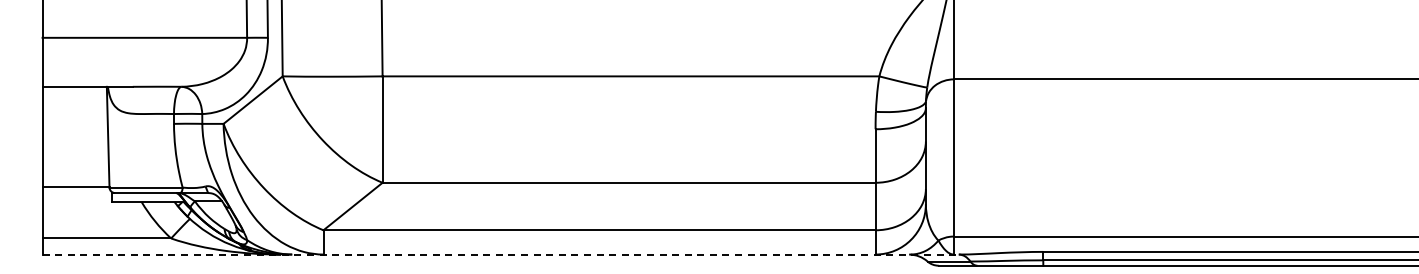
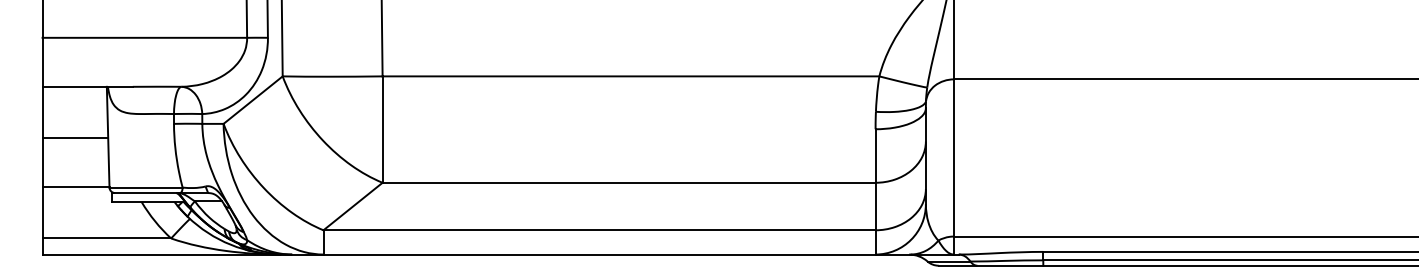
line at (75, 138): none -> present
line at (501, 254): dashed -> solid
